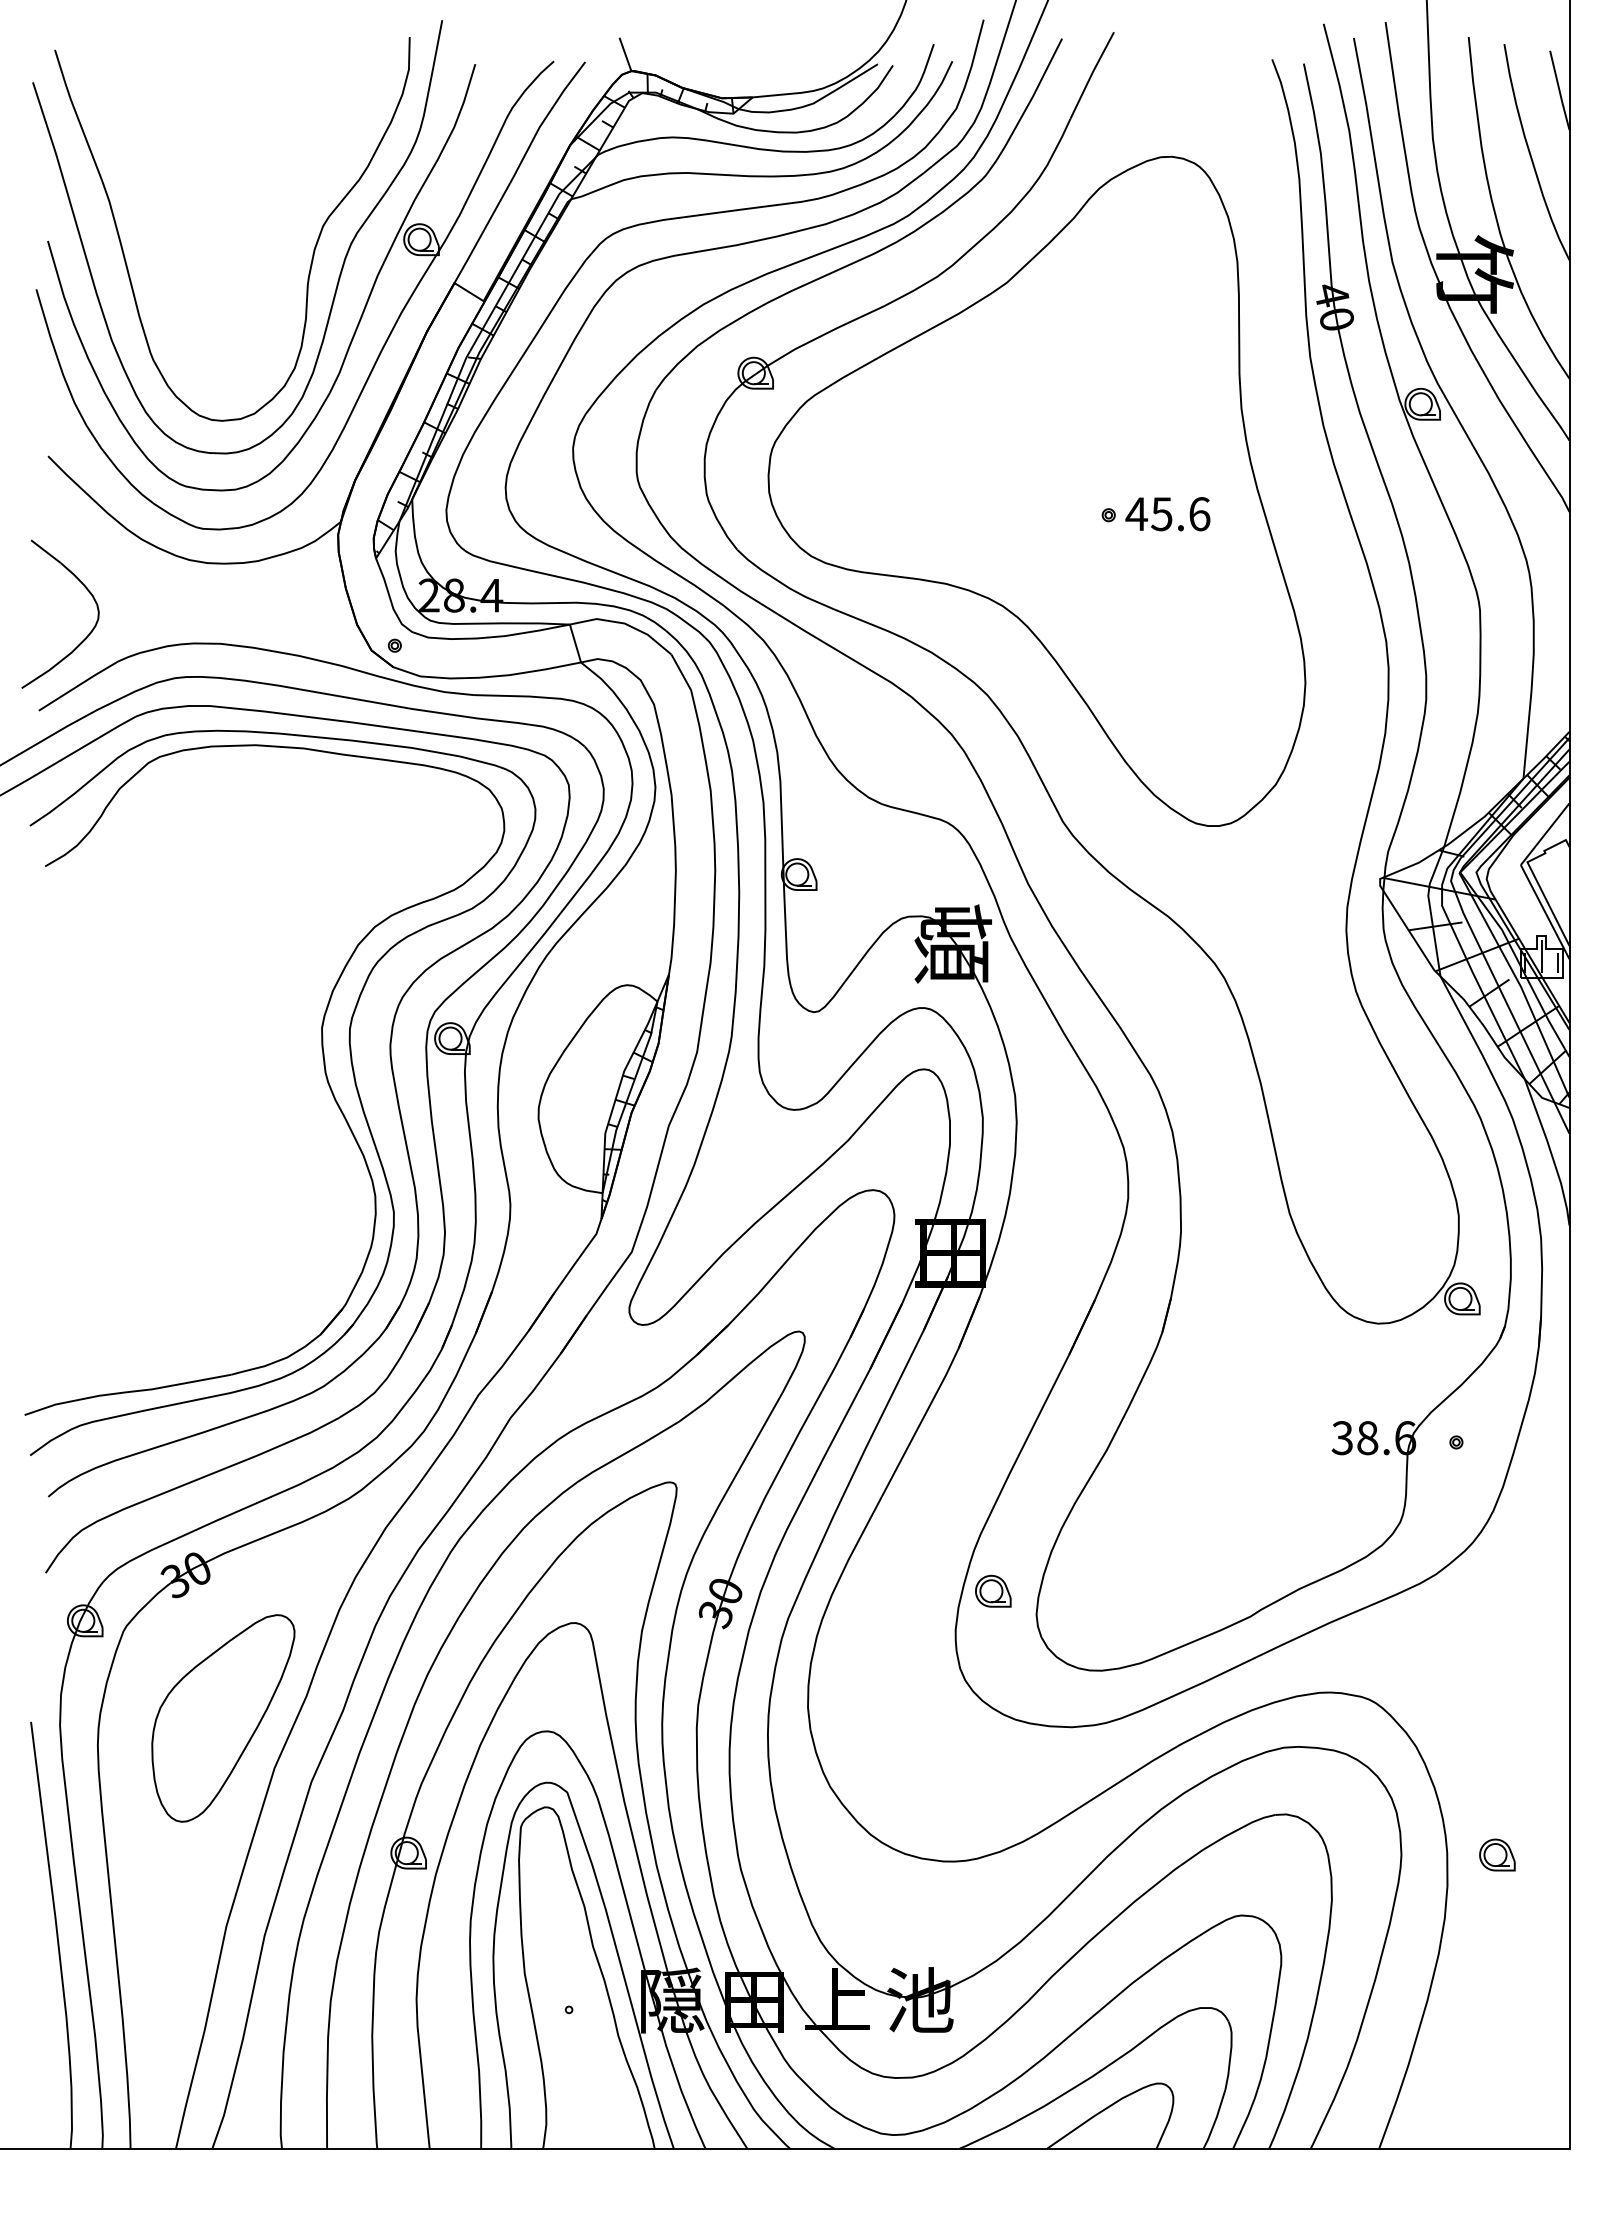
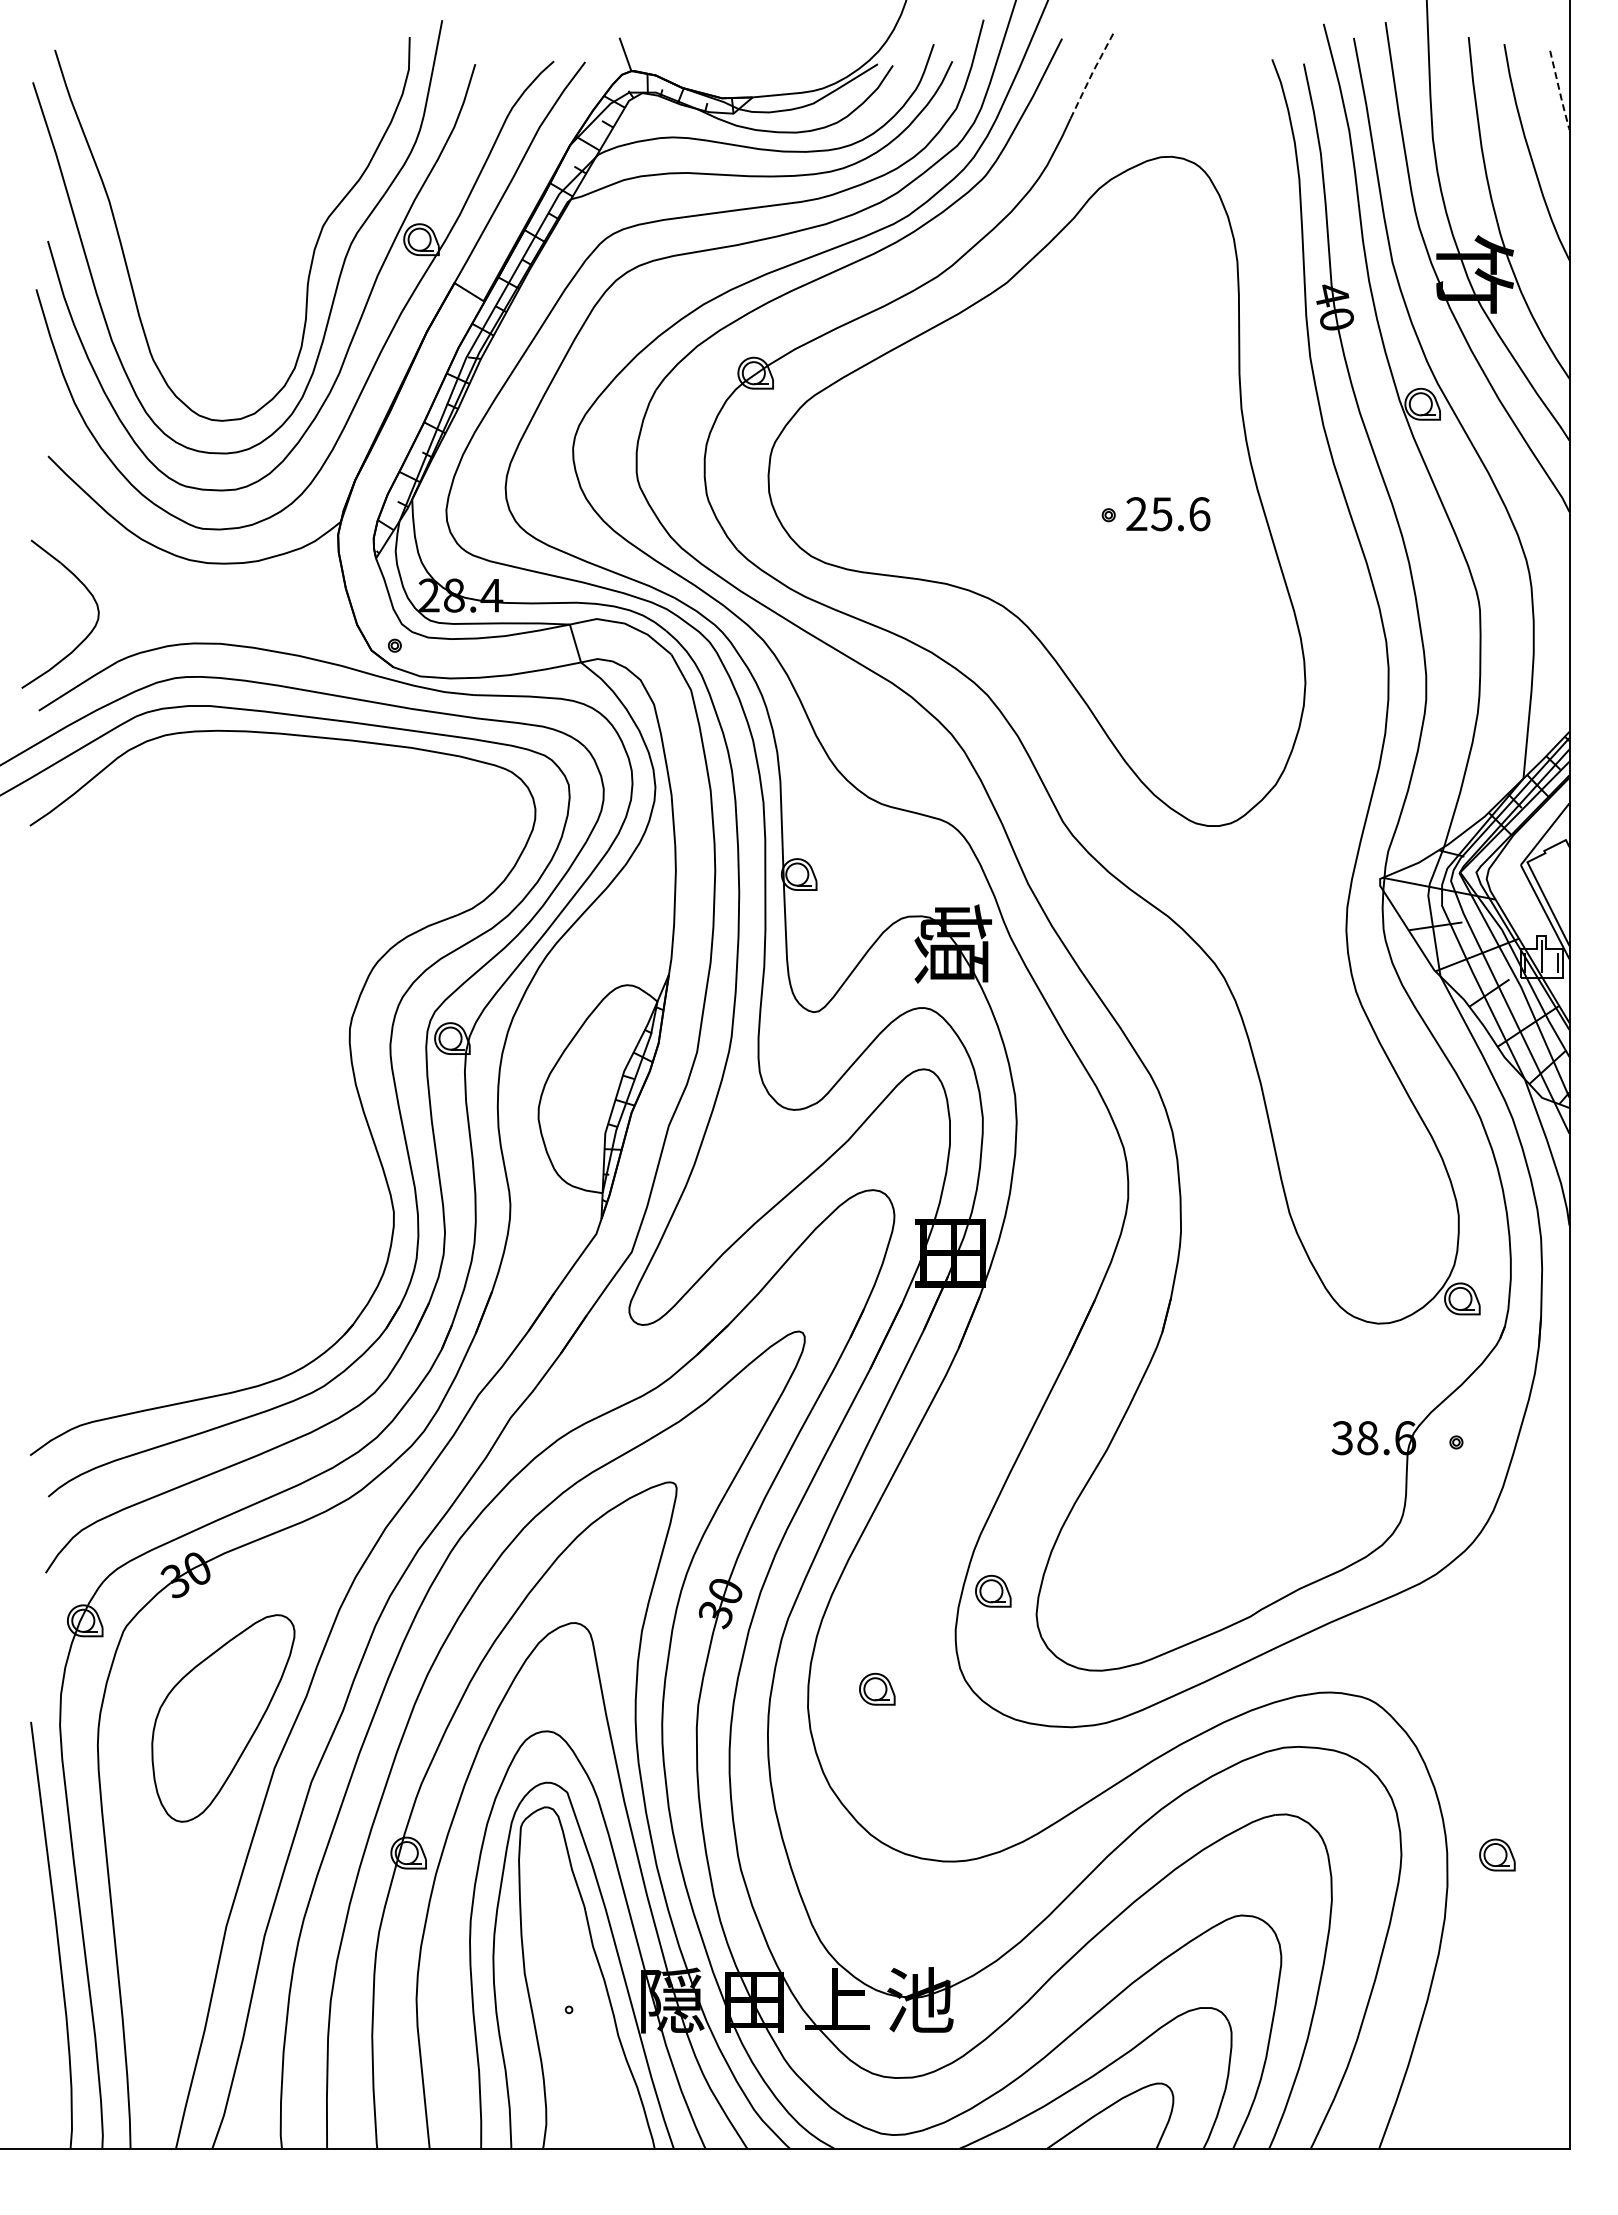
line at (1091, 74): solid -> dashed
line at (1559, 92): solid -> dashed
text at (1136, 513): 45.6 -> 25.6
part at (324, 1073): present -> none
part at (877, 1688): none -> present
